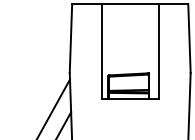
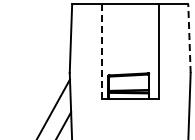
line at (189, 38): solid -> dashed
line at (101, 51): solid -> dashed
